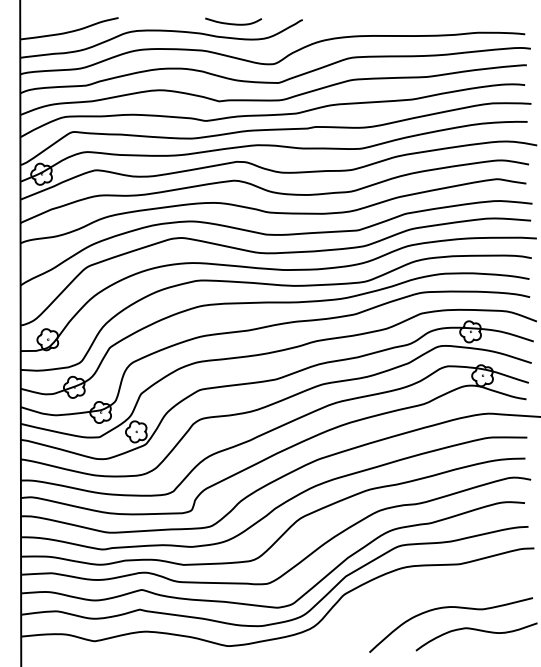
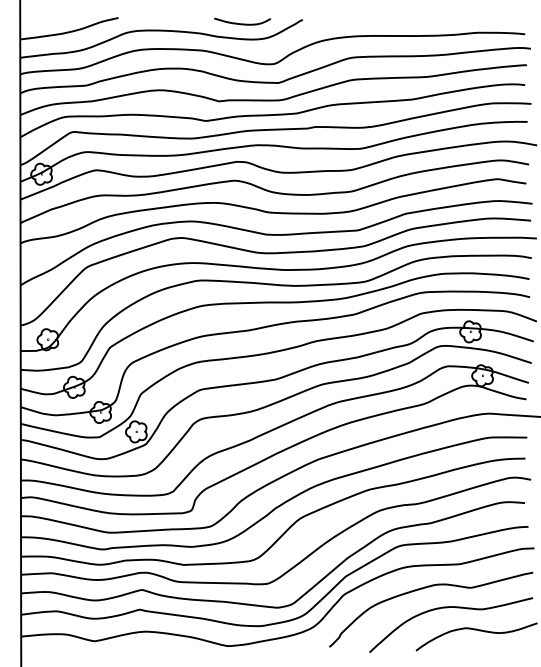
curve at (233, 23) position: (233, 23) -> (242, 23)
curve at (426, 588): none -> present
